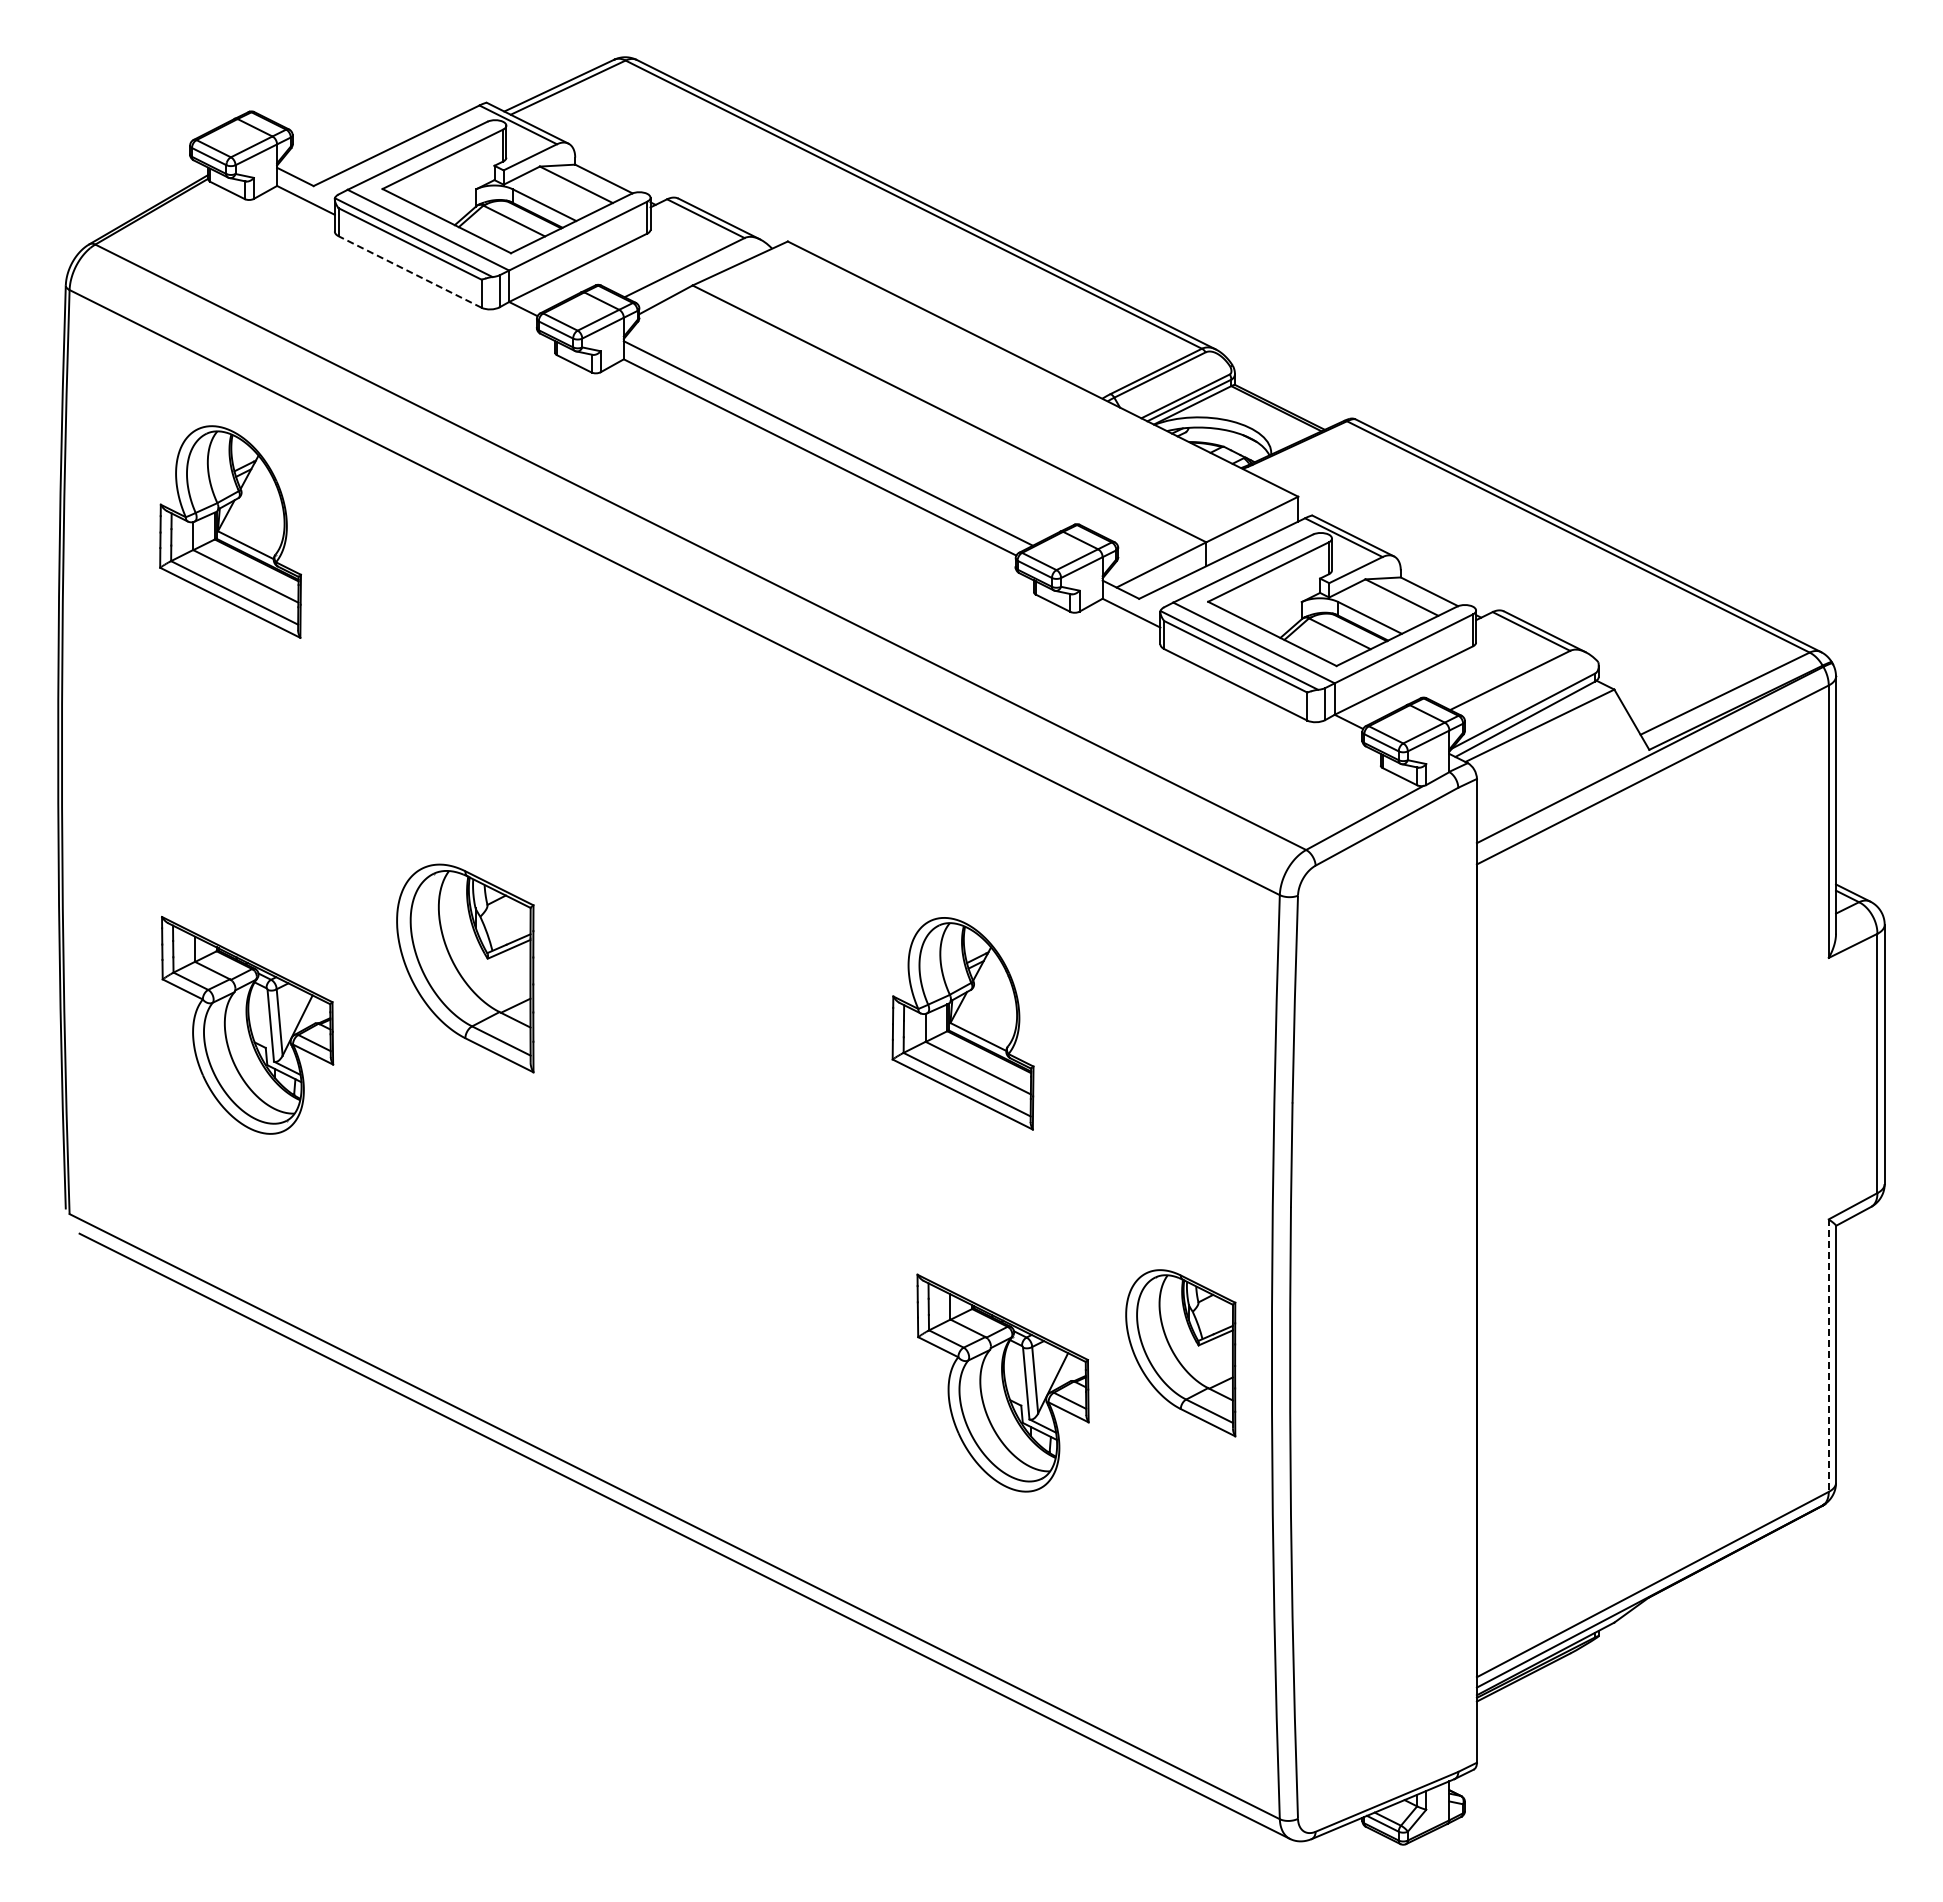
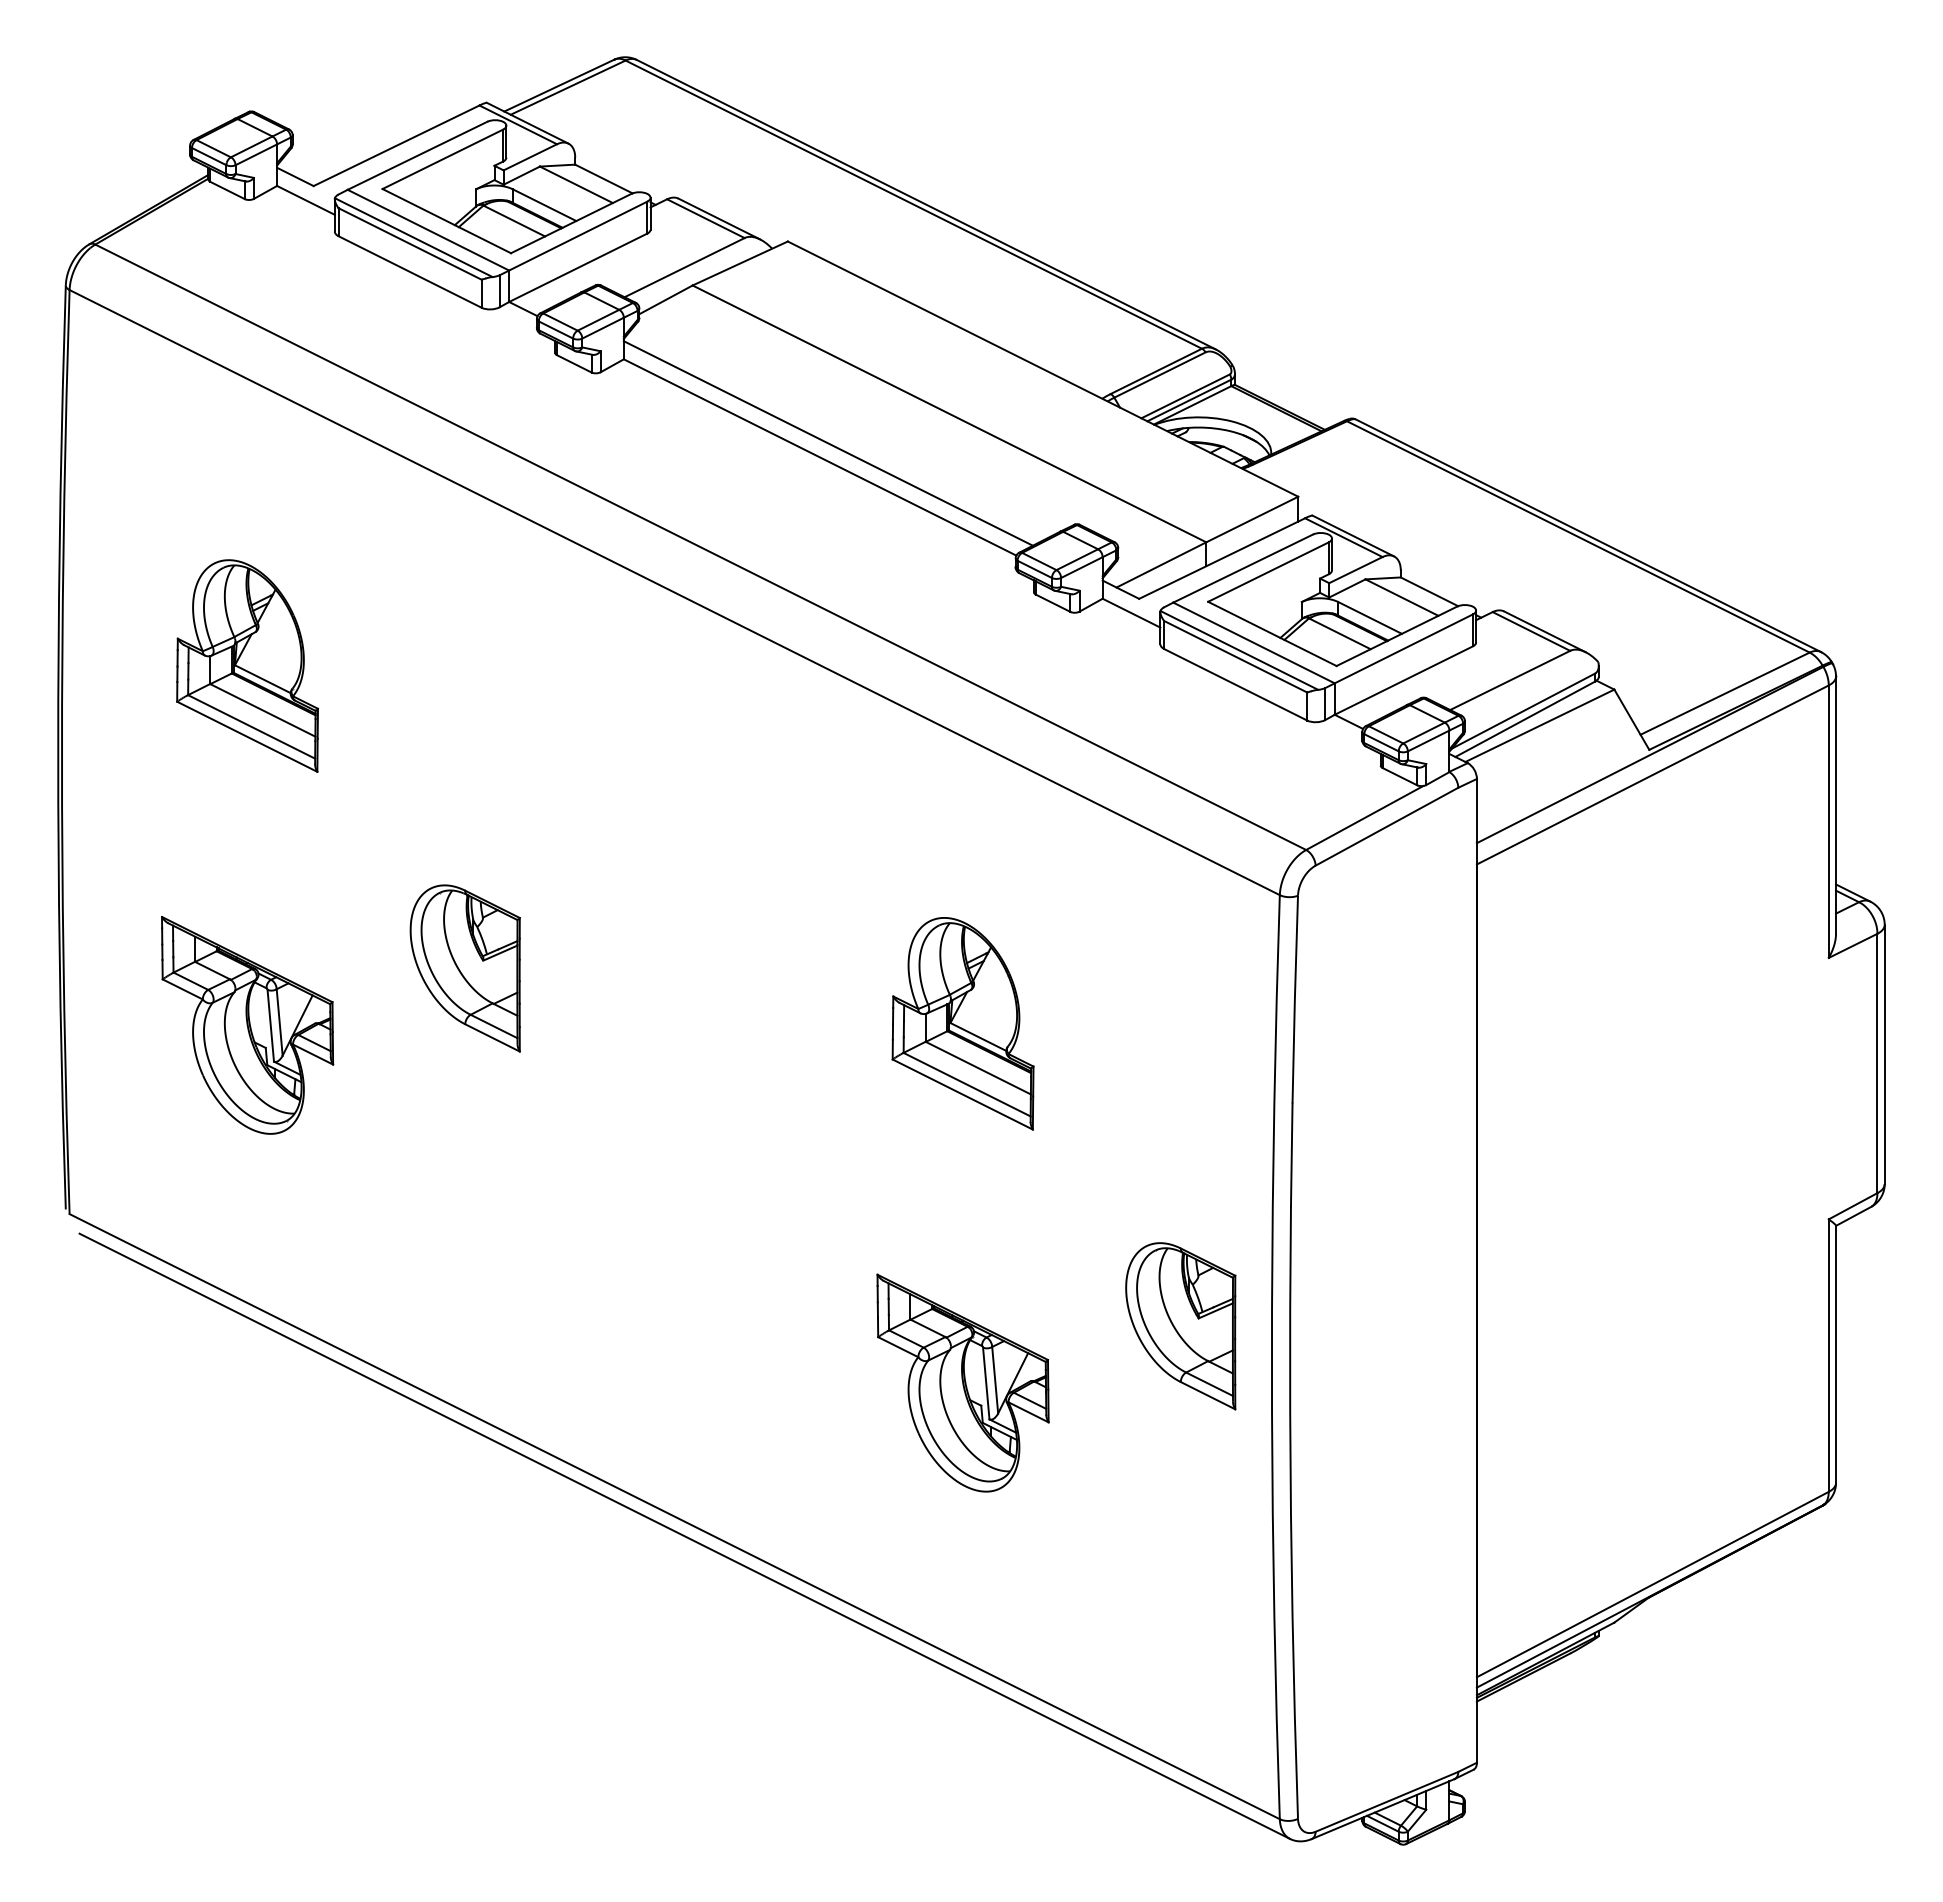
line at (410, 272): dashed -> solid
part at (230, 531) position: (230, 531) -> (247, 665)
part at (465, 968) size: 139x211 px -> 112x169 px
part at (1180, 1353) position: (1180, 1353) -> (1180, 1326)
line at (1828, 1356): dashed -> solid
part at (1002, 1382) position: (1002, 1382) -> (962, 1382)
